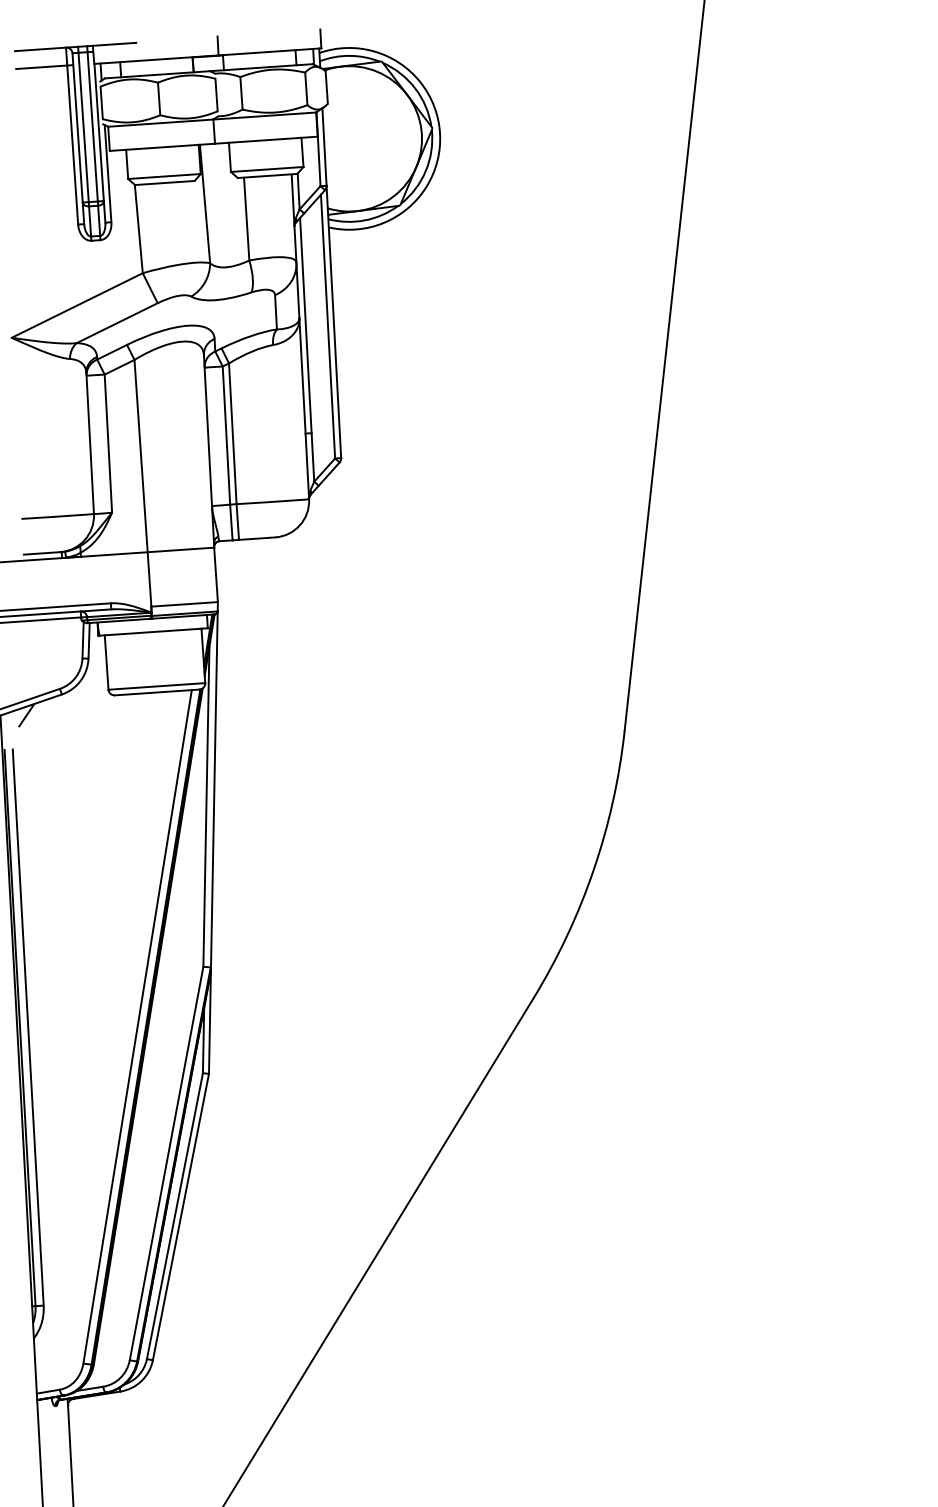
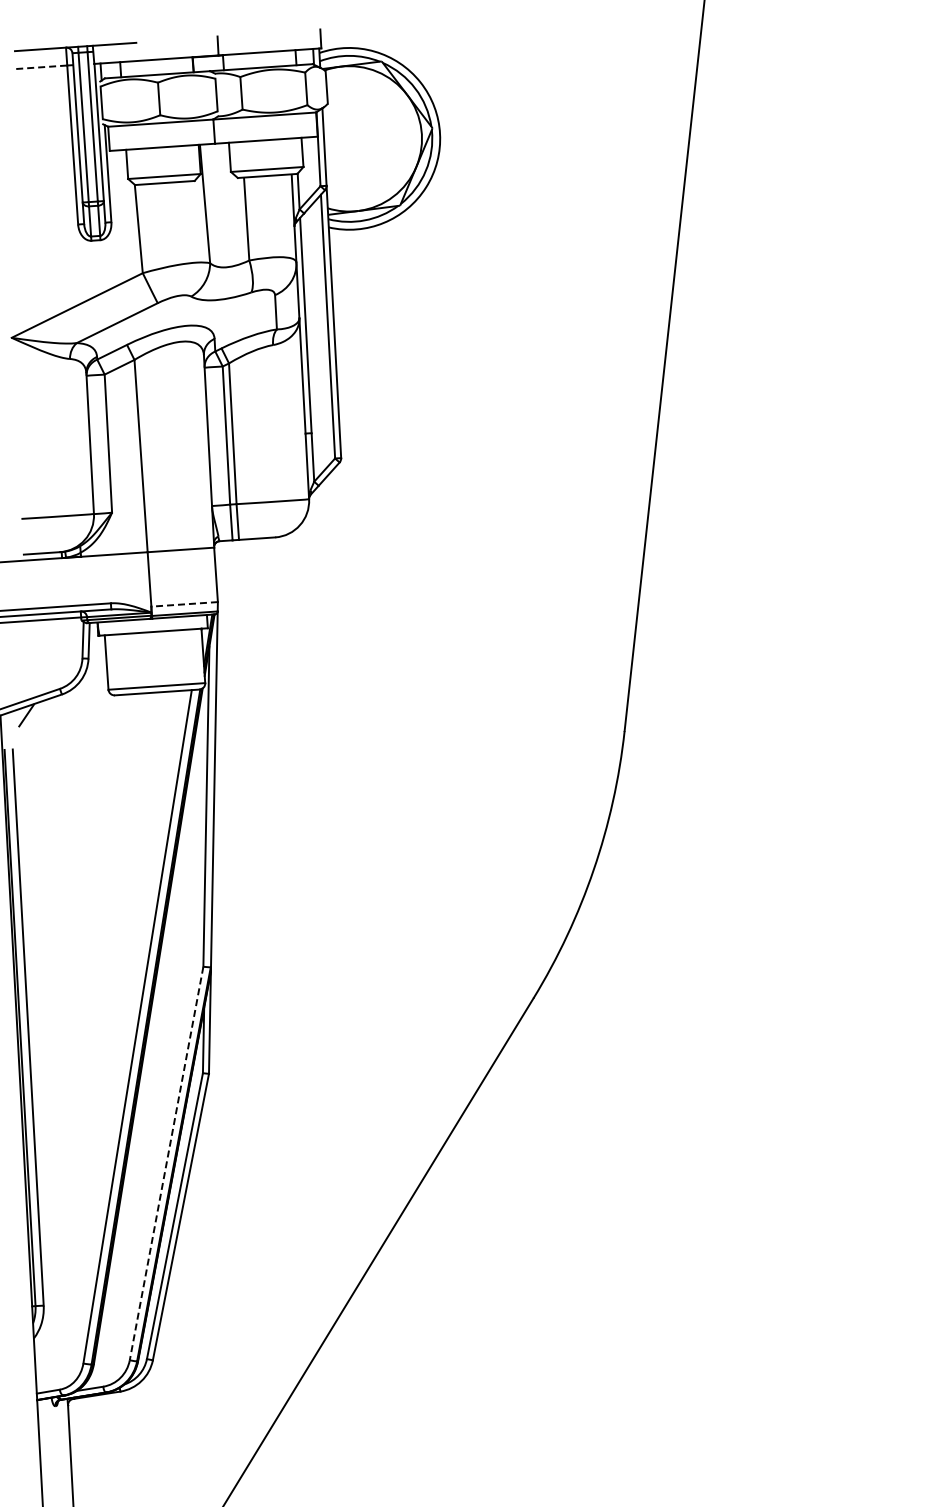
line at (41, 67): solid -> dashed
line at (184, 604): solid -> dashed
line at (166, 1164): solid -> dashed
